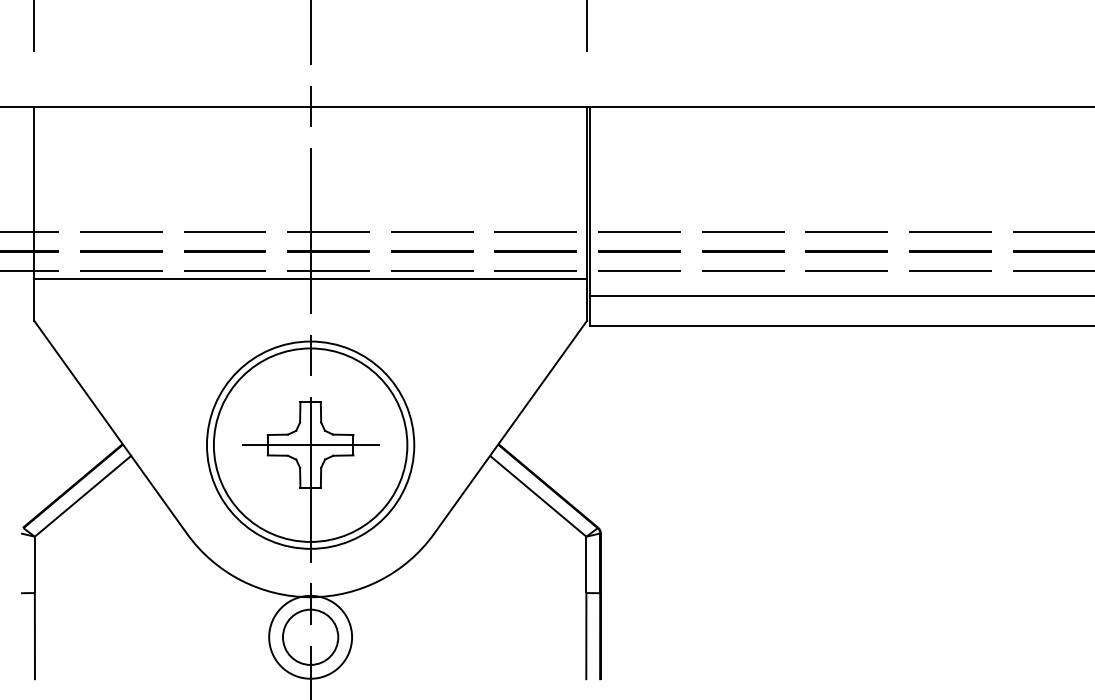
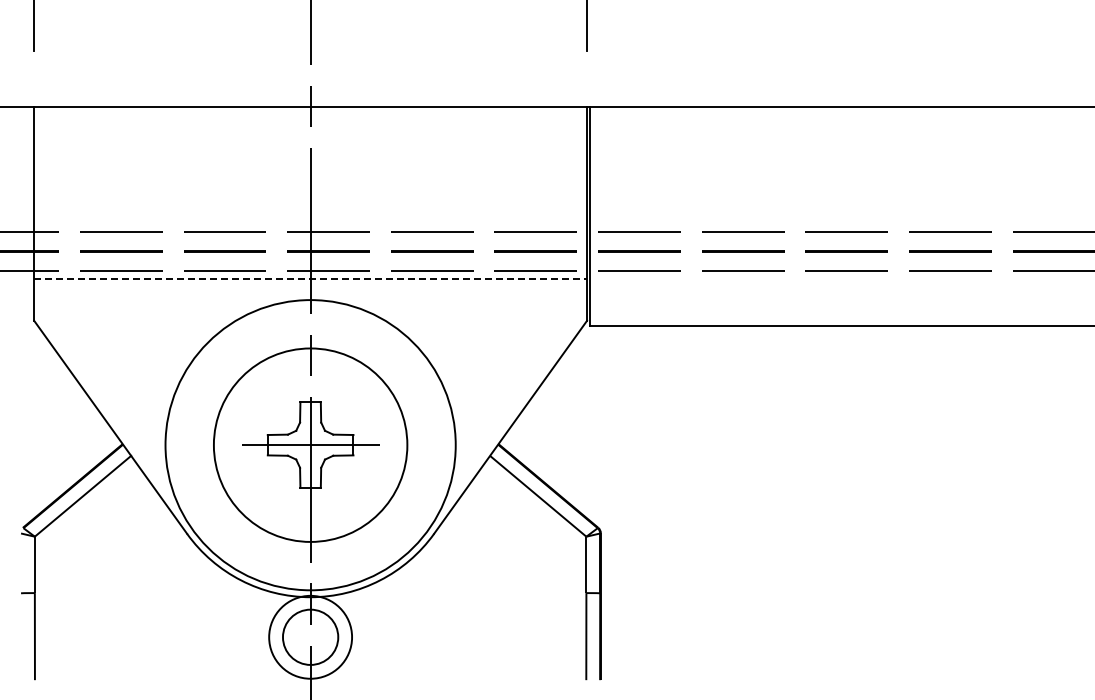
line at (311, 279): solid -> dashed
line at (840, 295): present -> none
circle at (310, 444) diameter: 207 px -> 290 px
